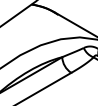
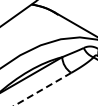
line at (43, 89): solid -> dashed
